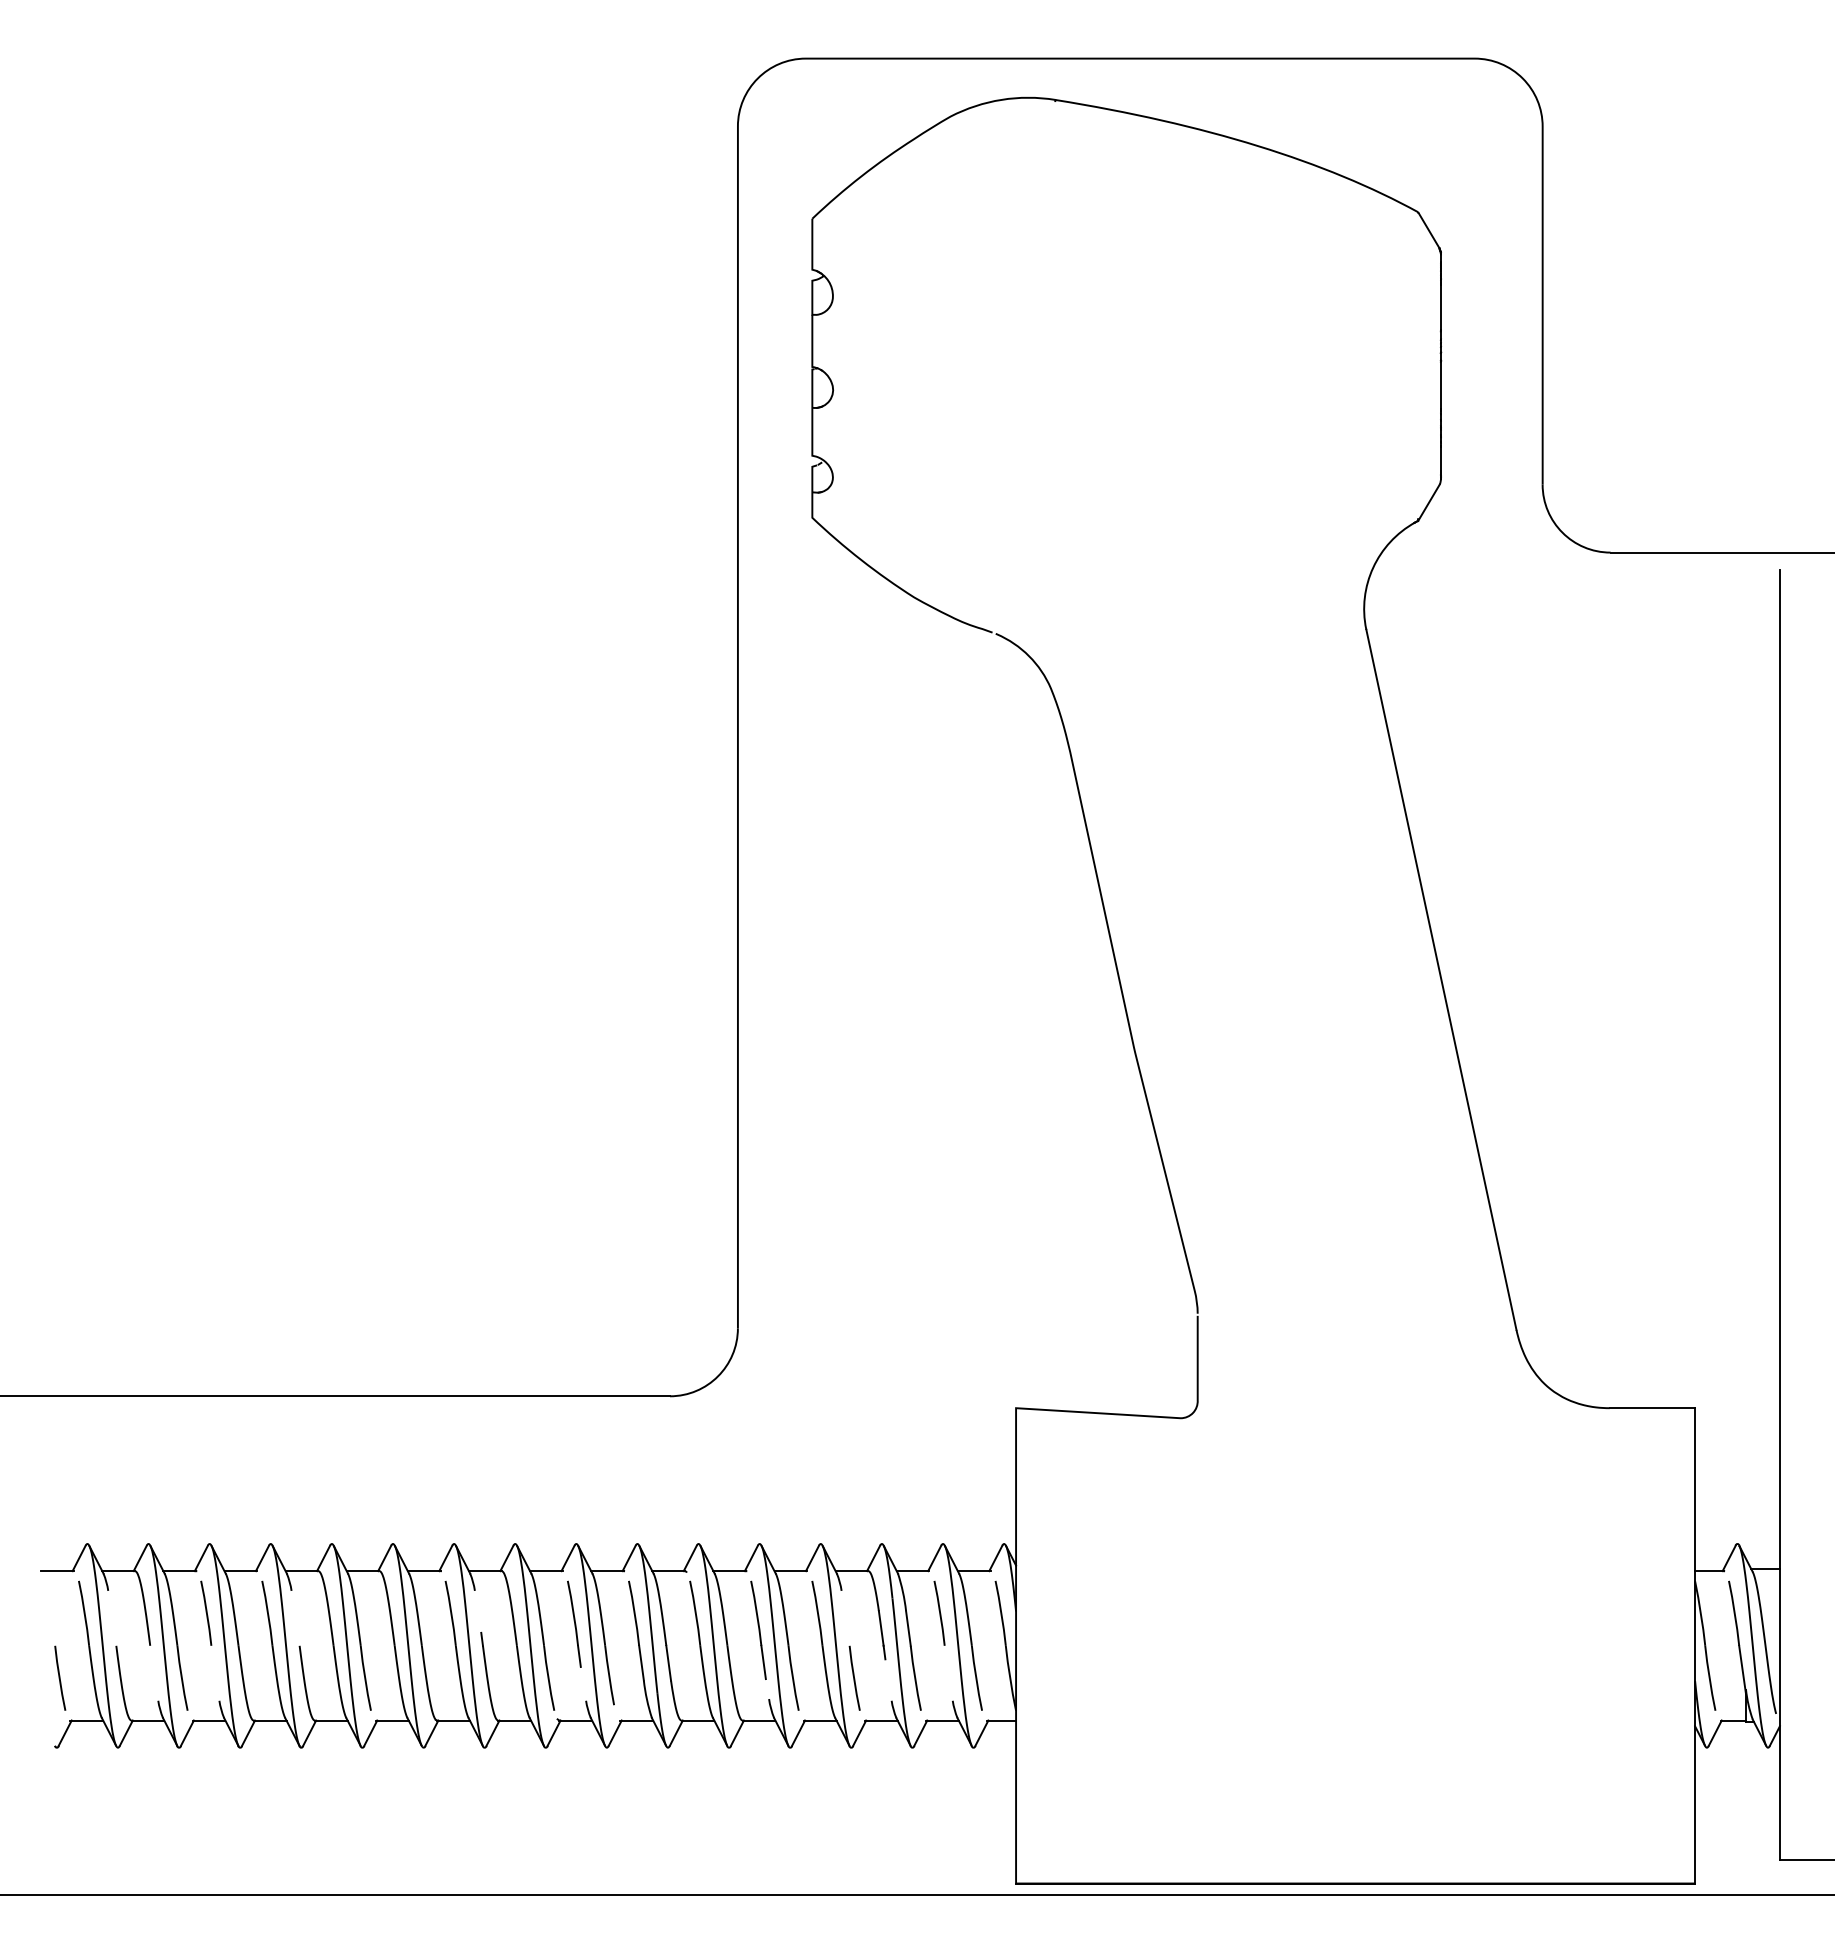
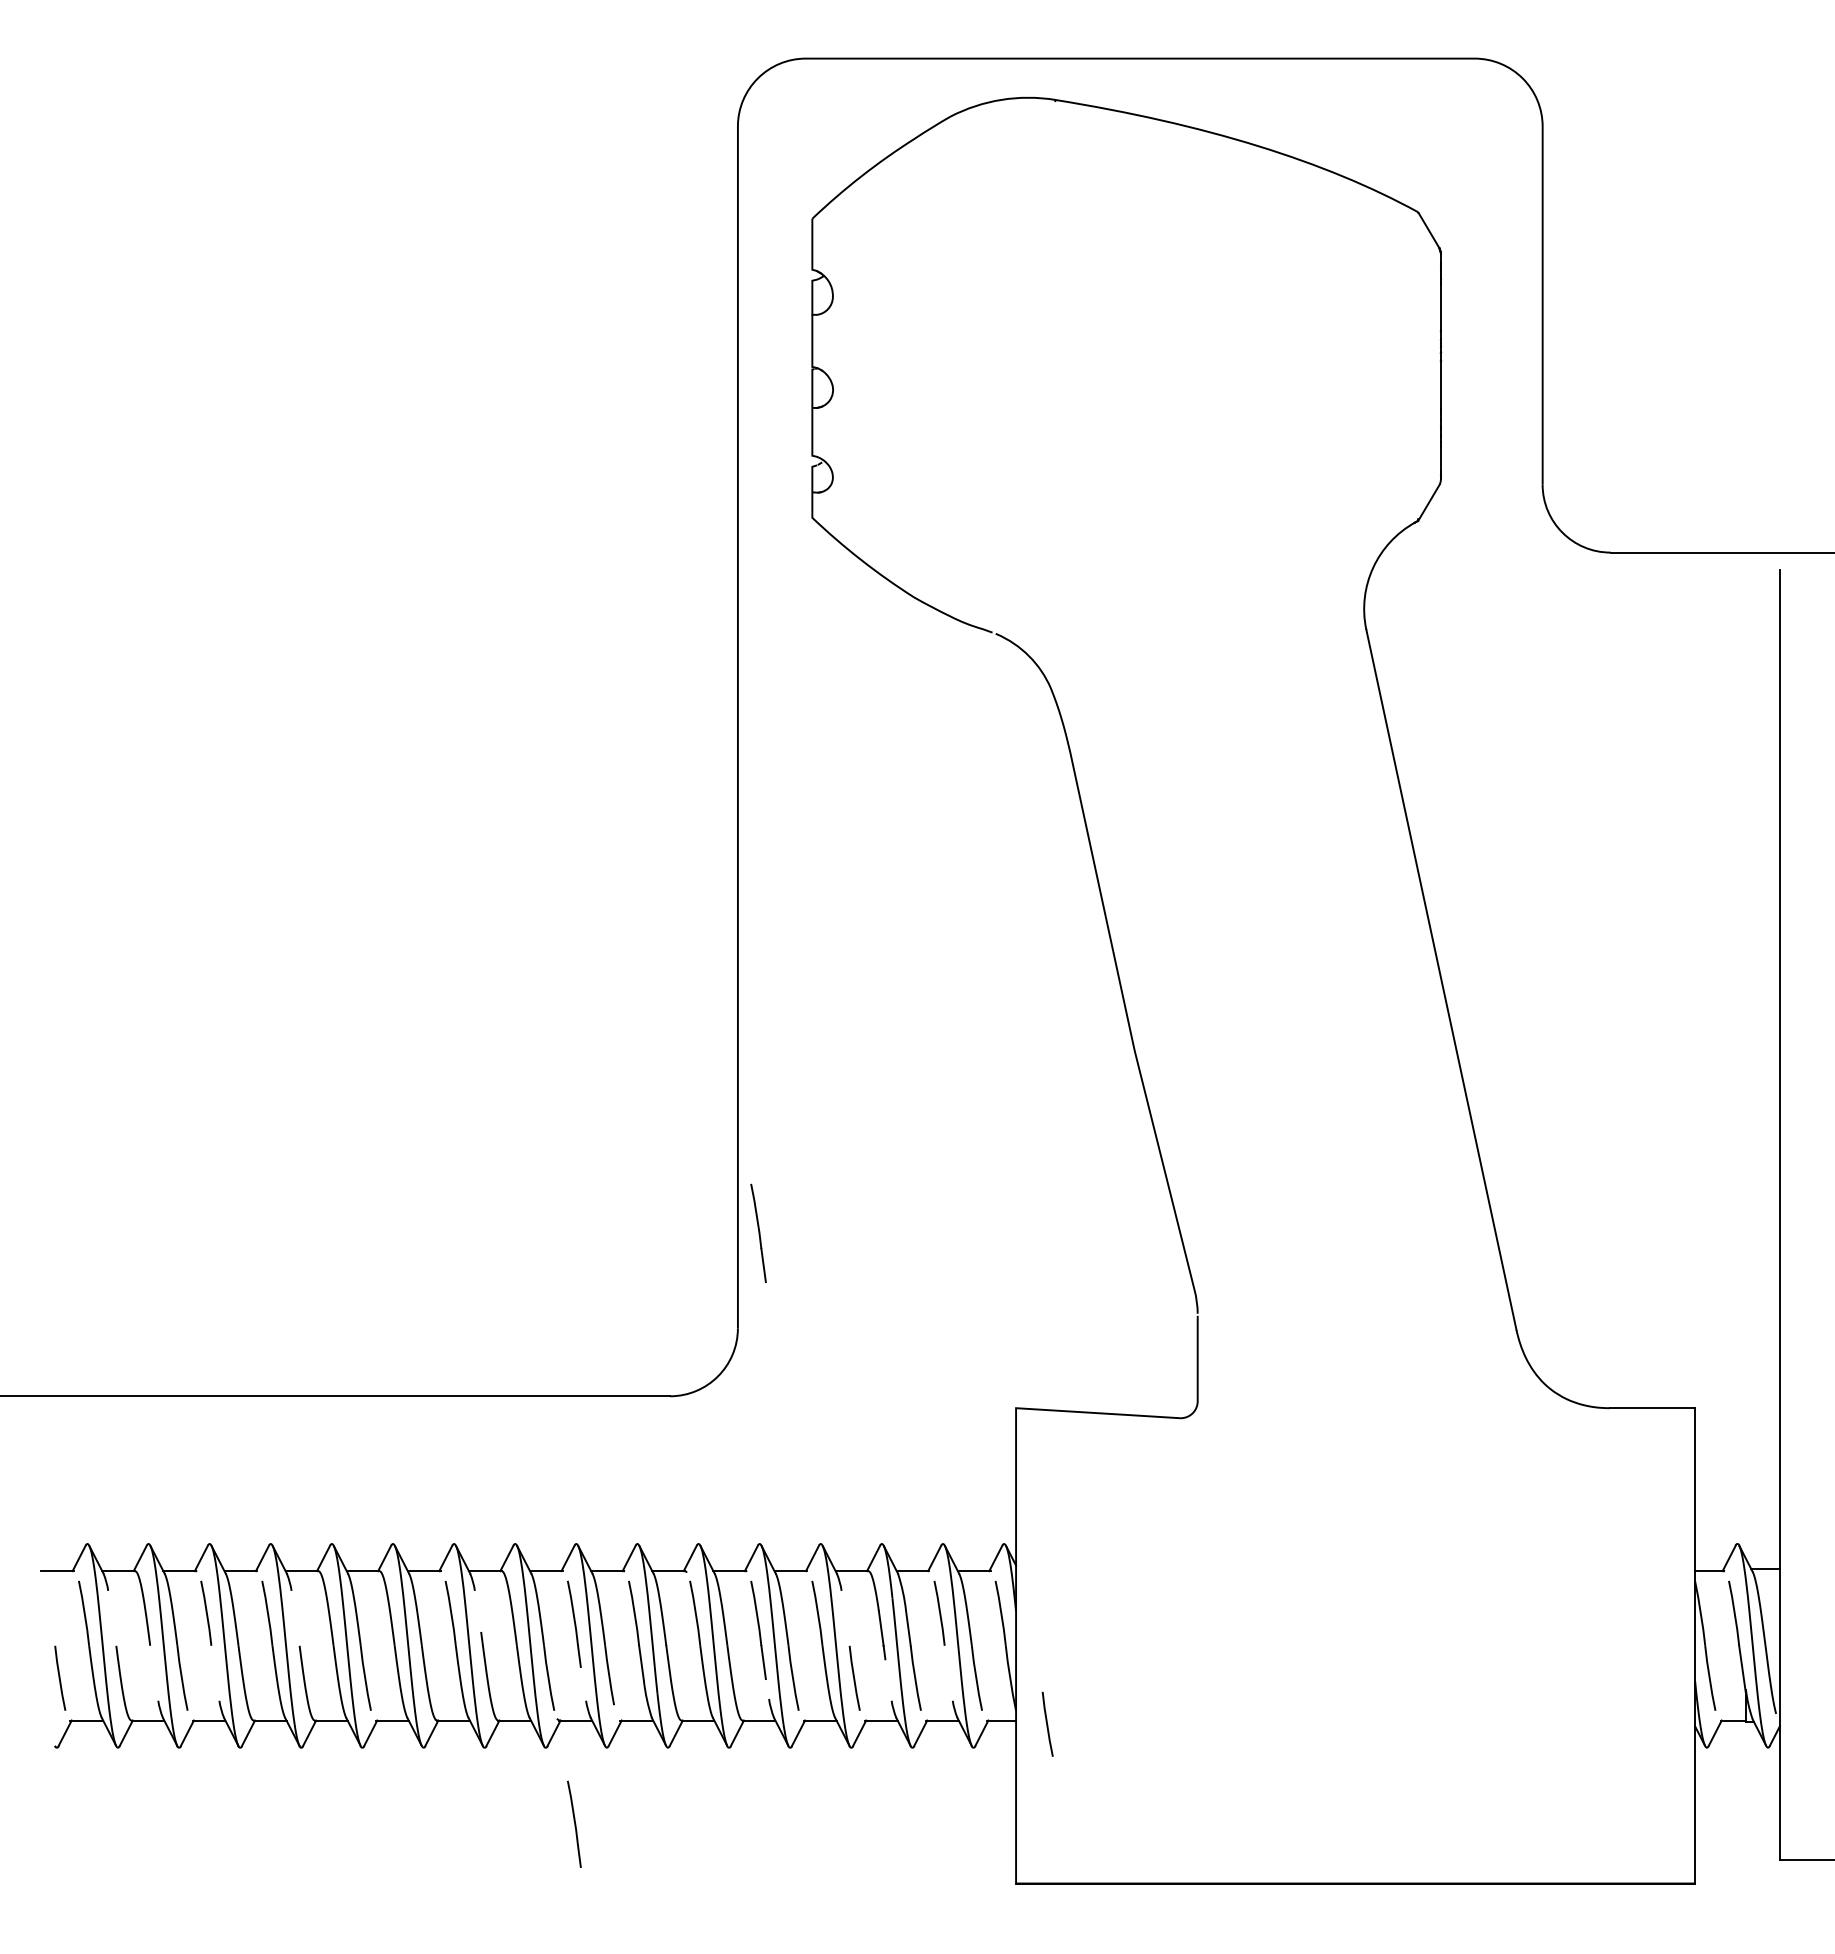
part at (758, 1232): none -> present
line at (1047, 1723): none -> present
line at (574, 1823): none -> present
line at (916, 1895): present -> none
